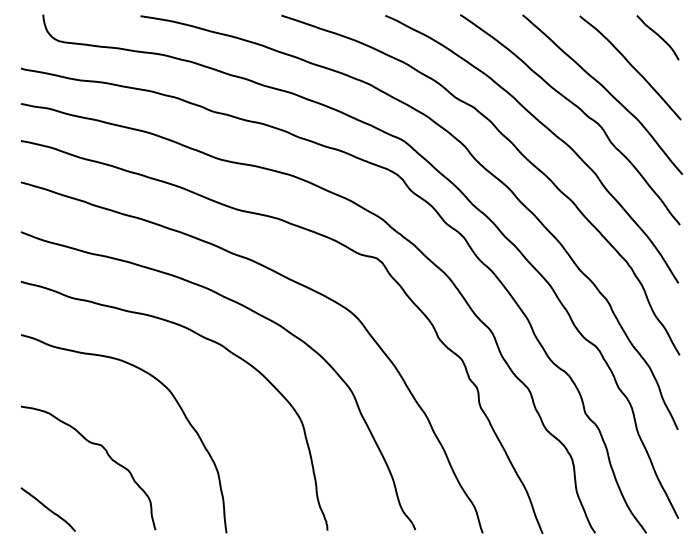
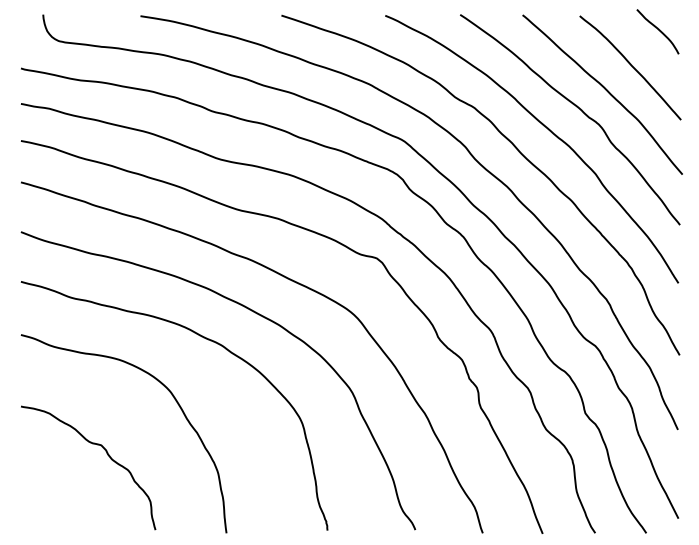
curve at (658, 36) position: (658, 36) -> (658, 30)
curve at (47, 509): present -> none
